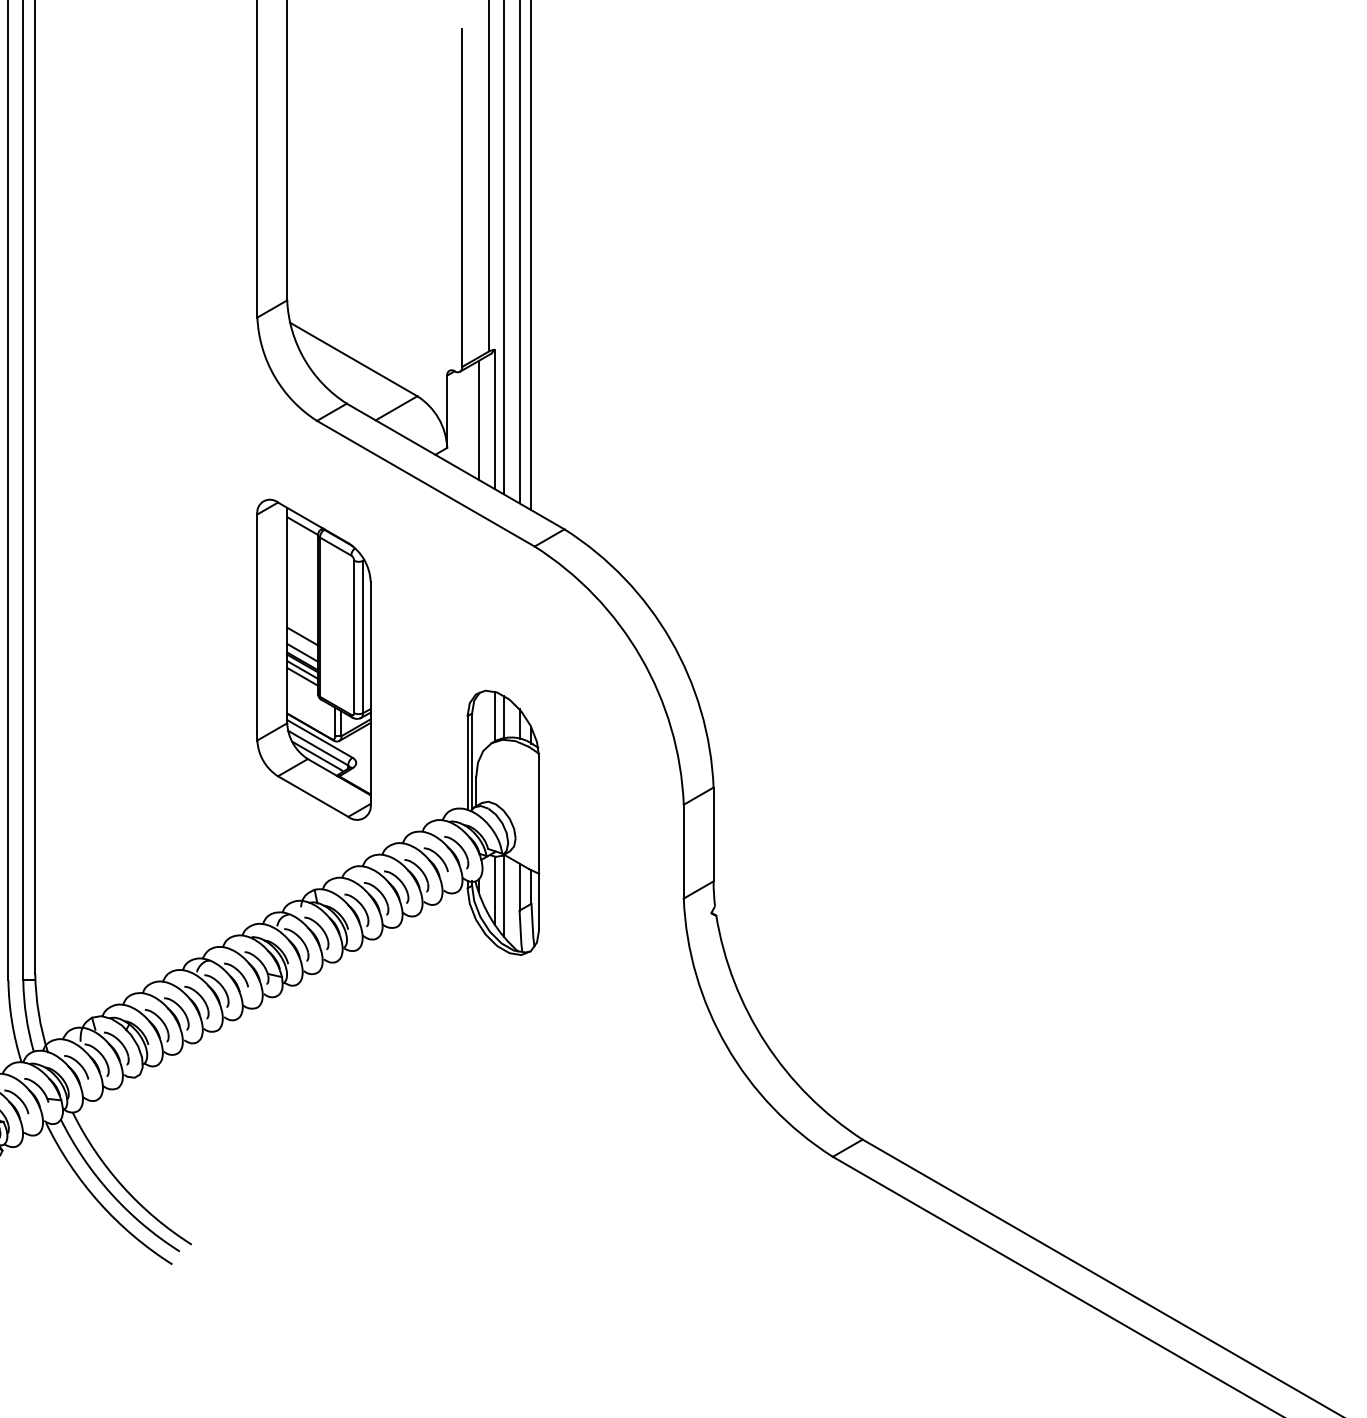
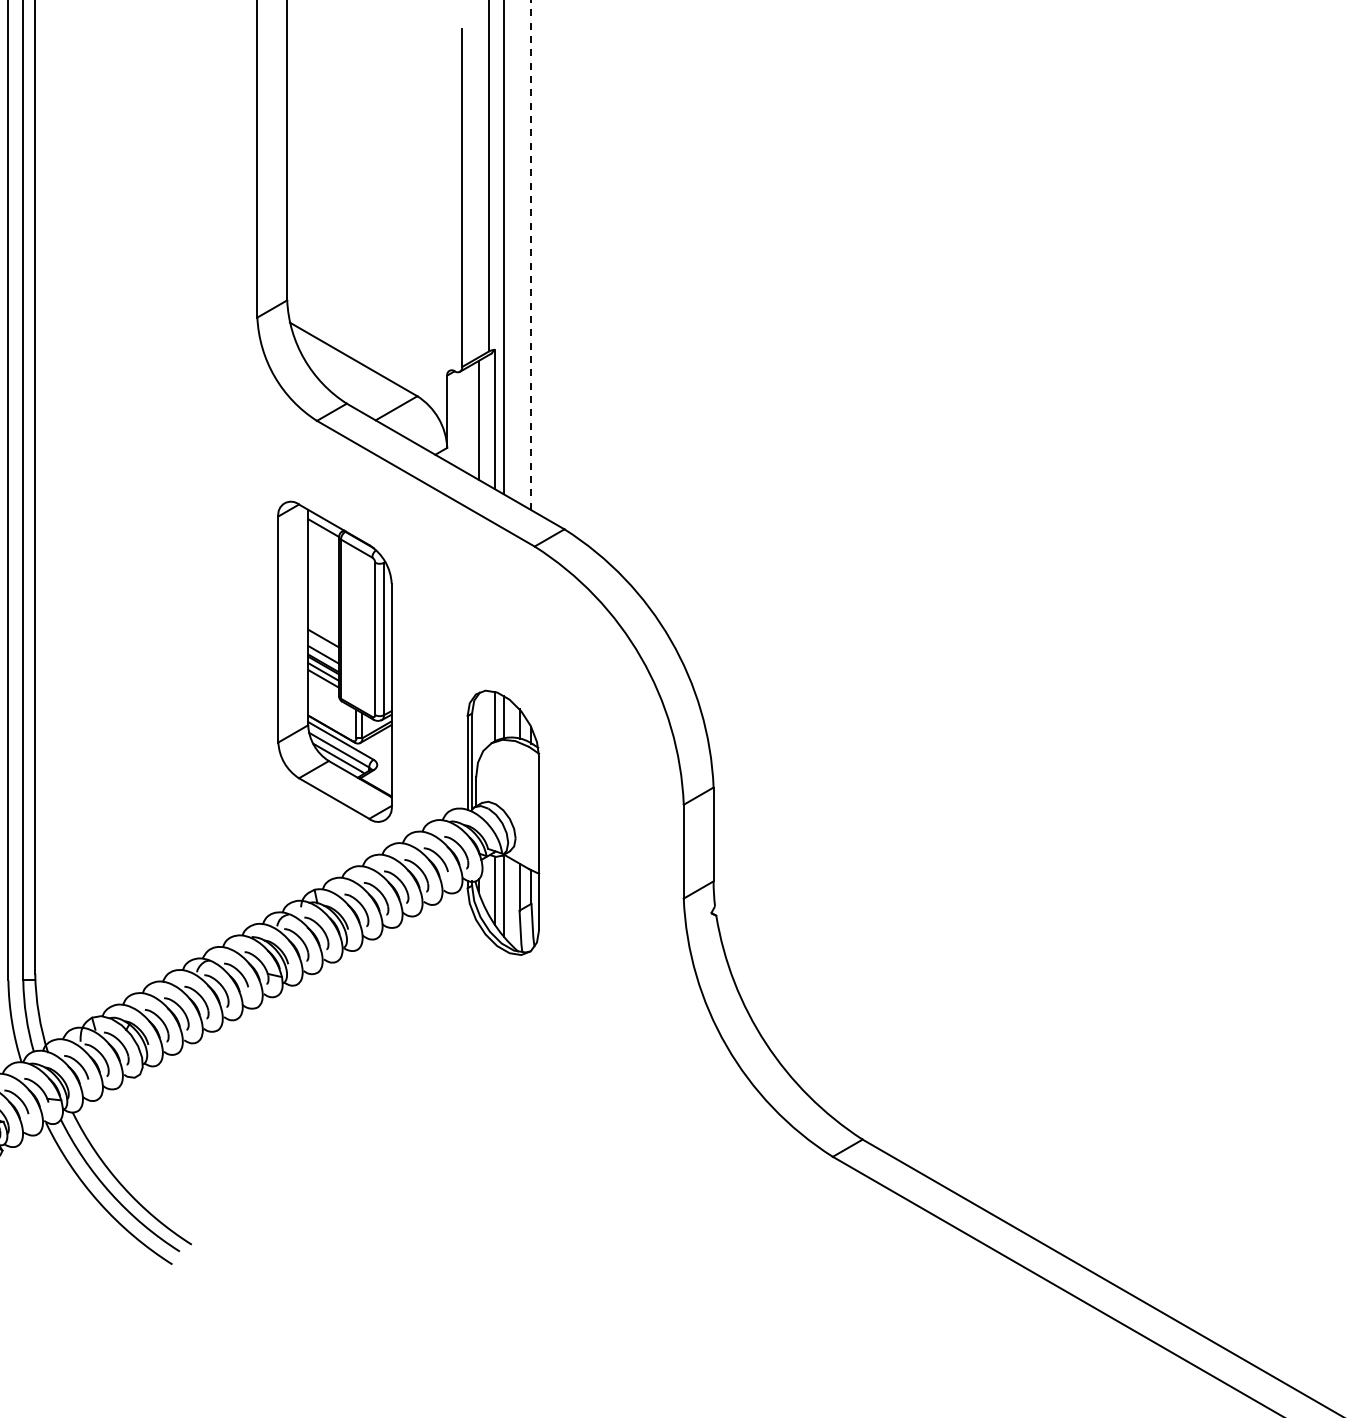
line at (519, 252): present -> none
line at (531, 255): solid -> dashed
part at (313, 659) position: (313, 659) -> (334, 661)
